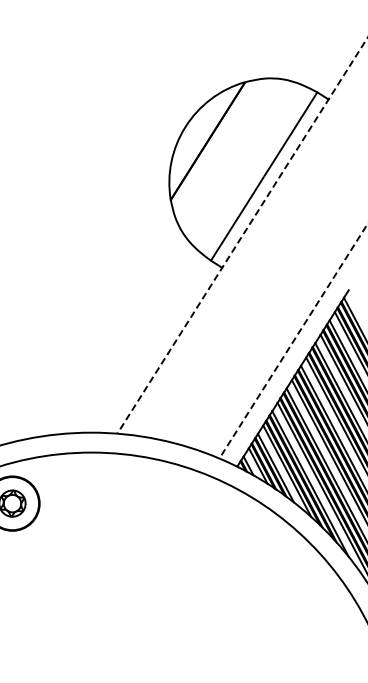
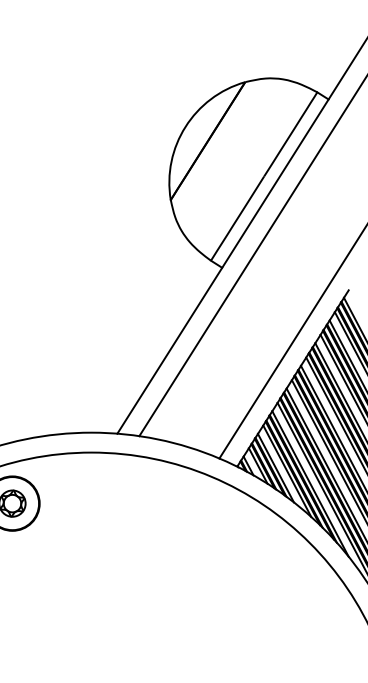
line at (242, 235): dashed -> solid
line at (251, 257): none -> present
line at (293, 341): dashed -> solid
